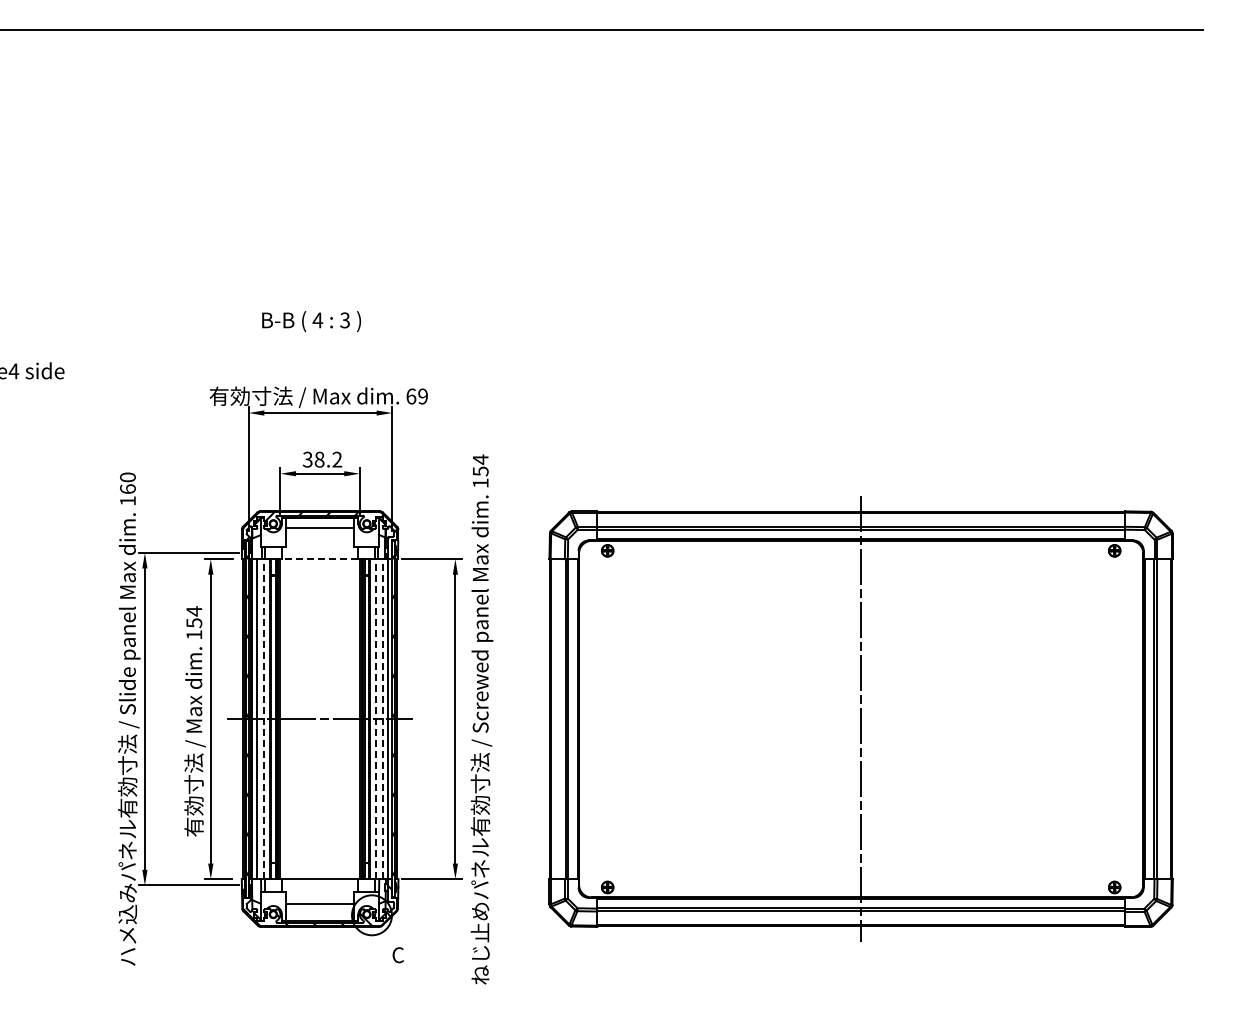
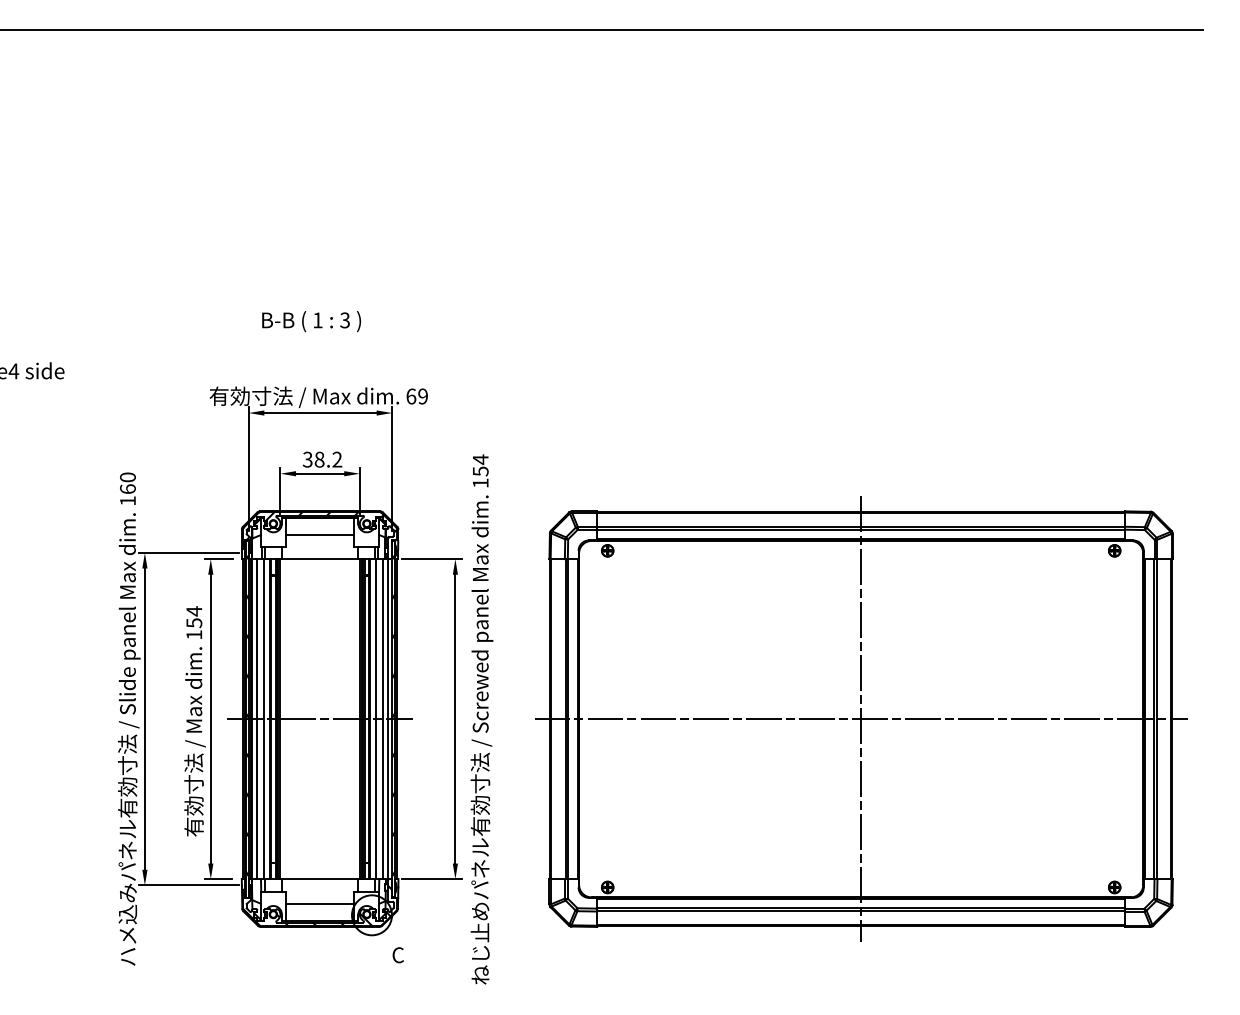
text at (317, 320): 4 -> 1
line at (319, 527) position: (319, 527) -> (319, 534)
line at (319, 559): dashed -> solid
line at (264, 718): dashed -> solid
line at (375, 718): dashed -> solid
line at (382, 718): dashed -> solid
line at (860, 719): none -> present
